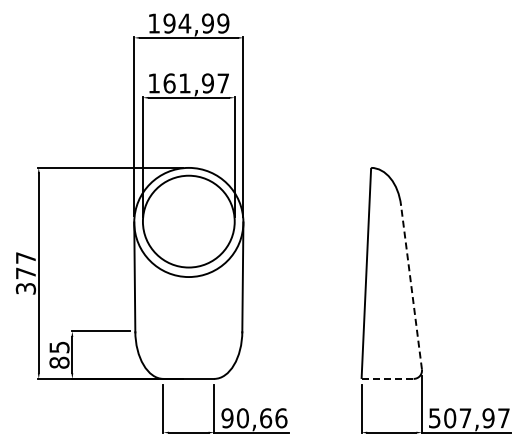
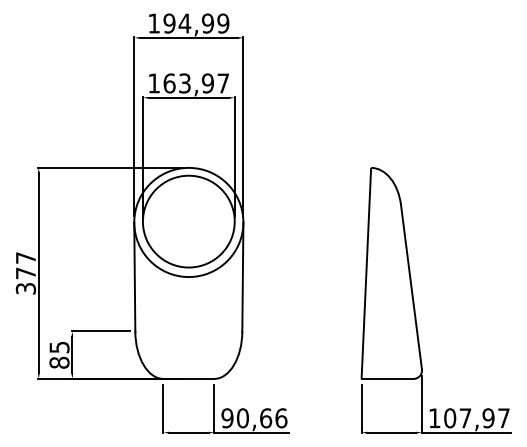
text at (184, 83): 161,97 -> 163,97
line at (411, 286): dashed -> solid
line at (388, 378): dashed -> solid
text at (434, 418): 507,97 -> 107,97
